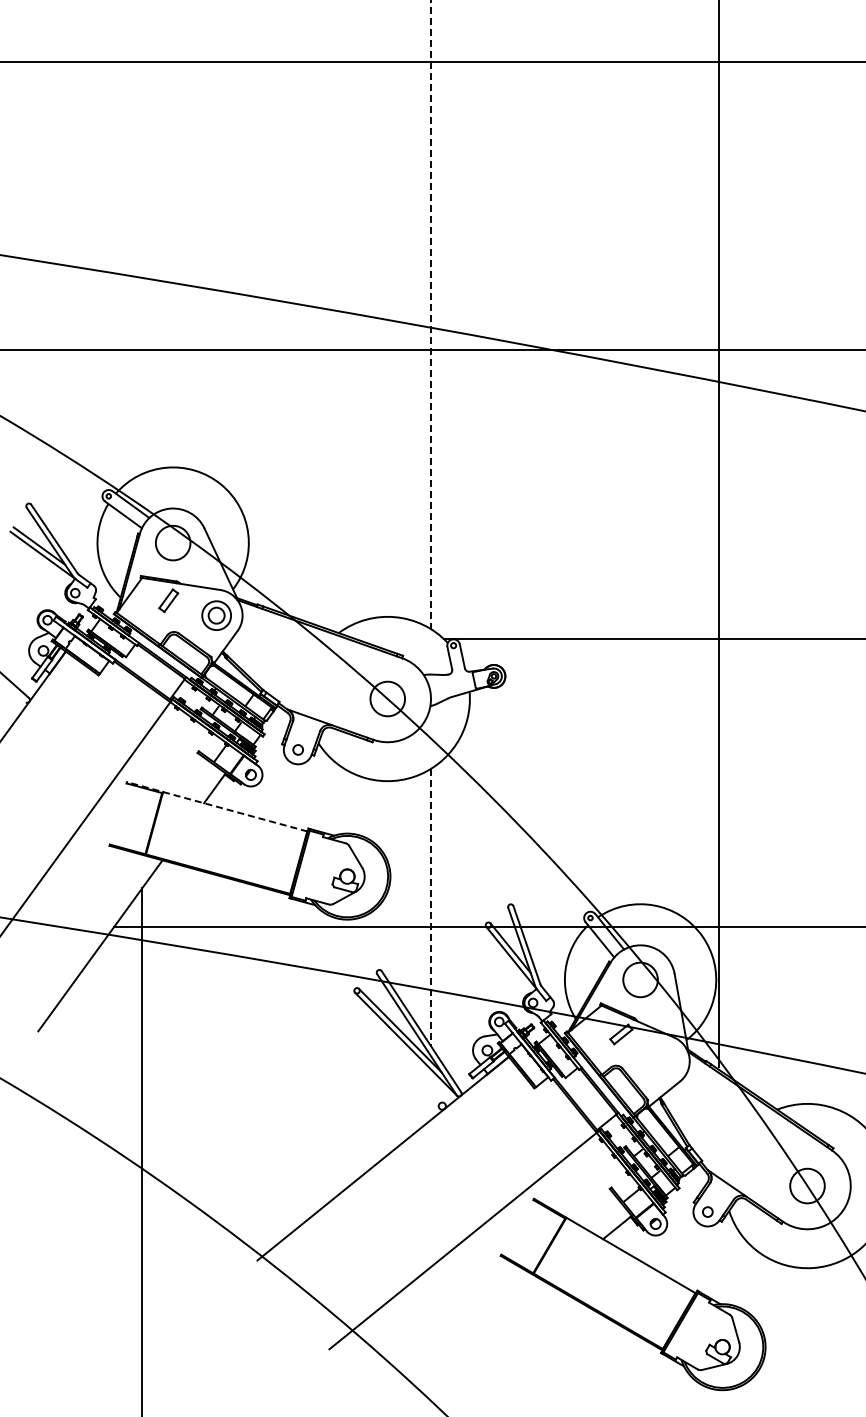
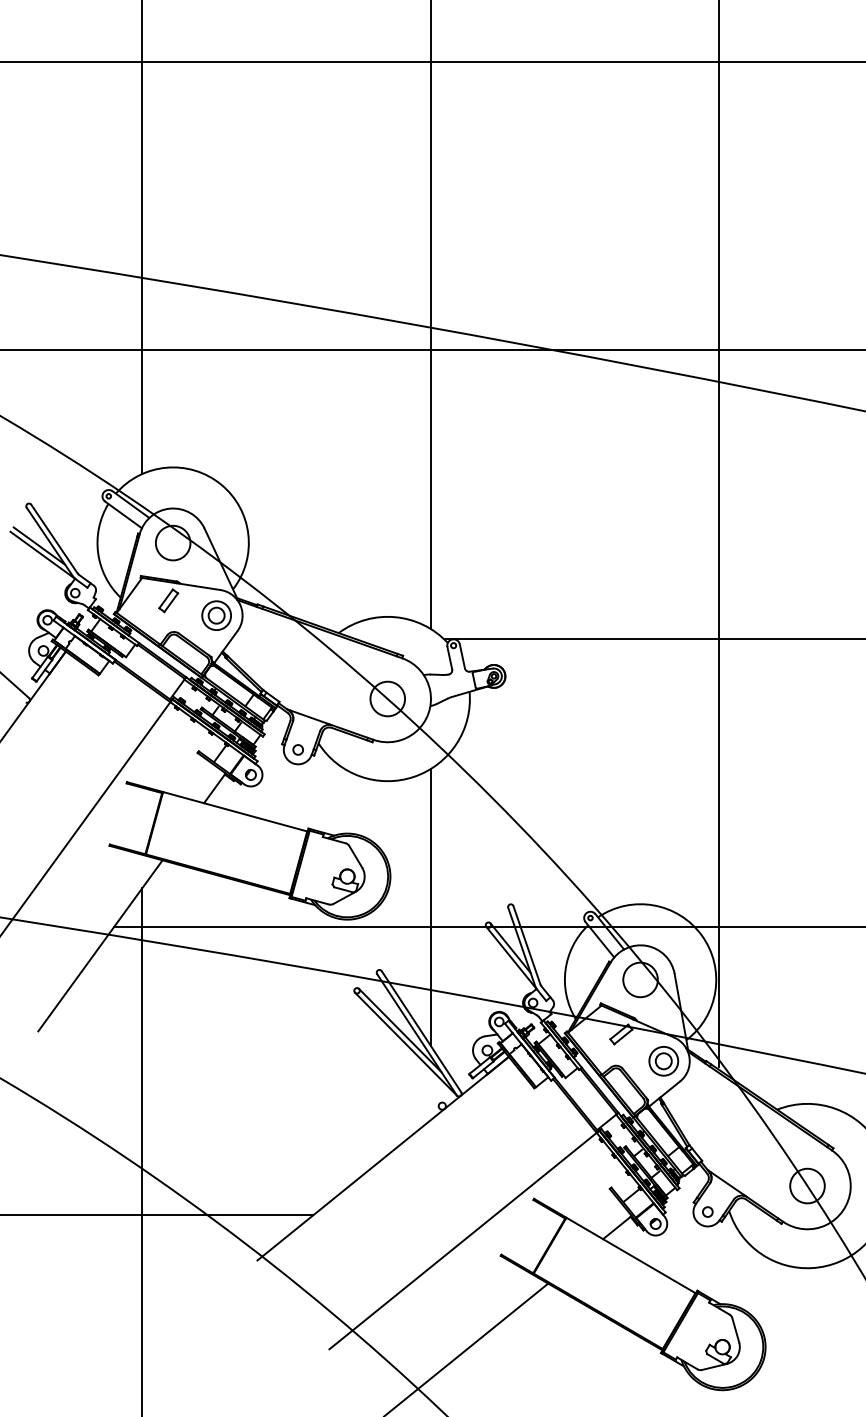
line at (142, 237): none -> present
line at (430, 315): dashed -> solid
line at (217, 806): dashed -> solid
line at (430, 907): dashed -> solid
part at (663, 1061): none -> present
line at (157, 1215): none -> present
line at (467, 1348): none -> present
